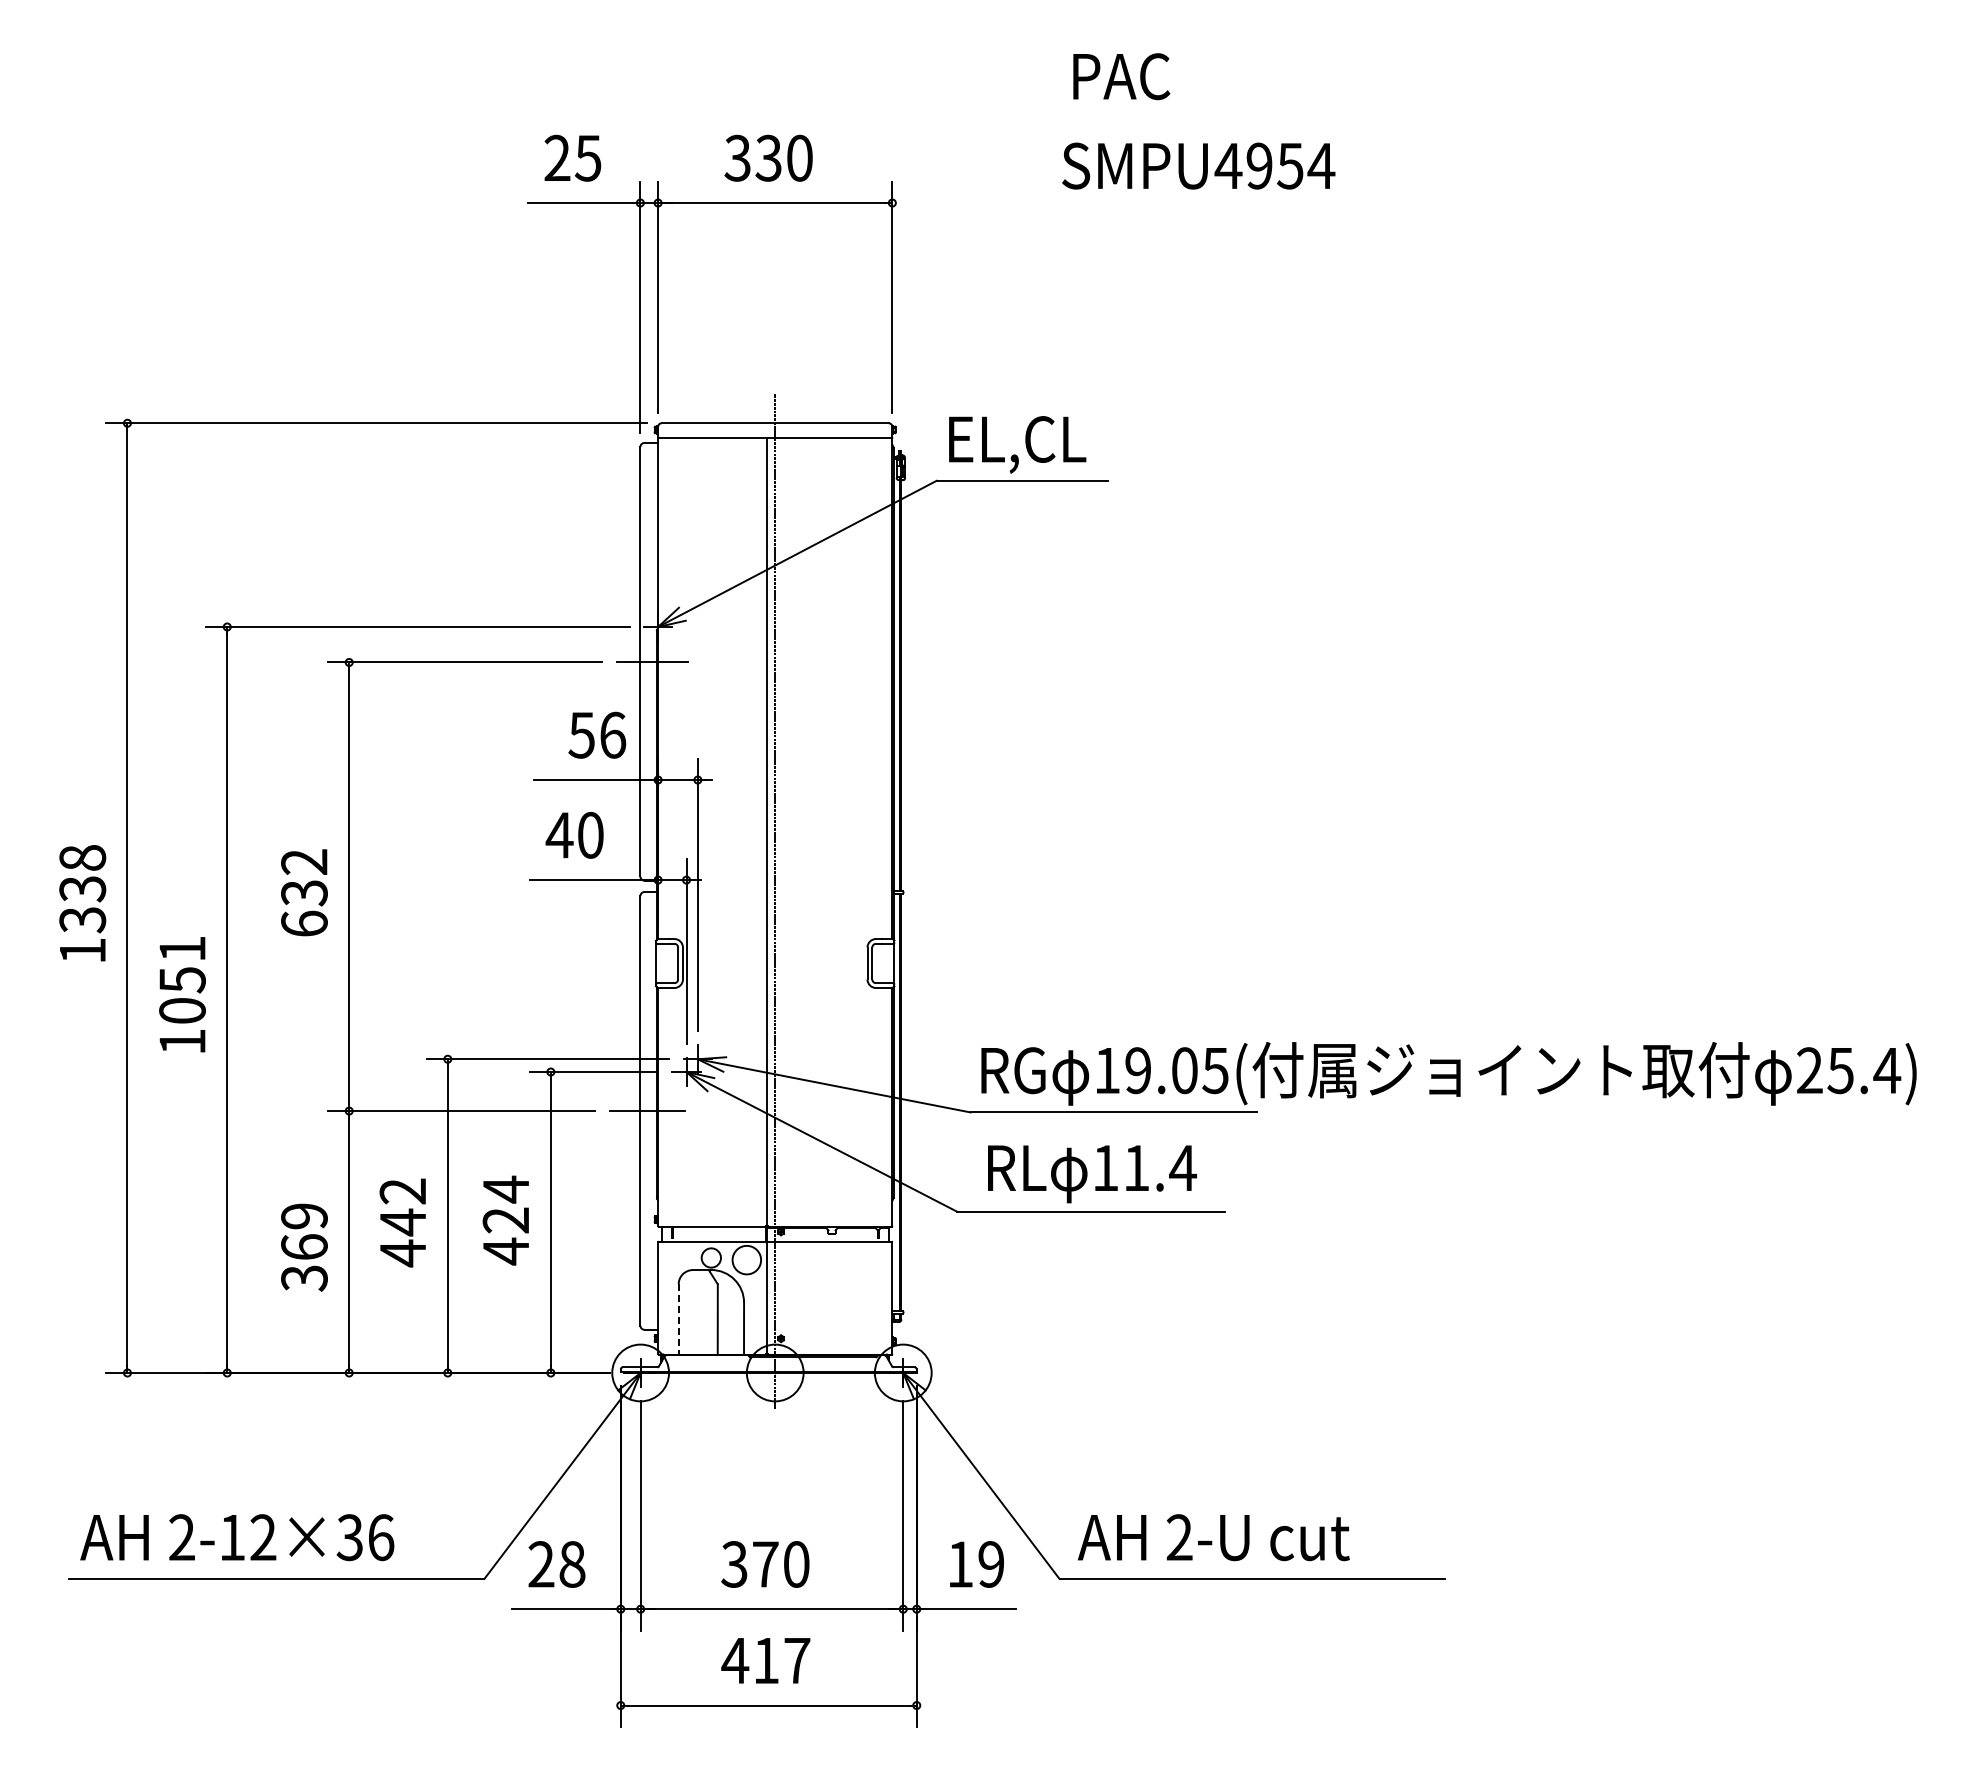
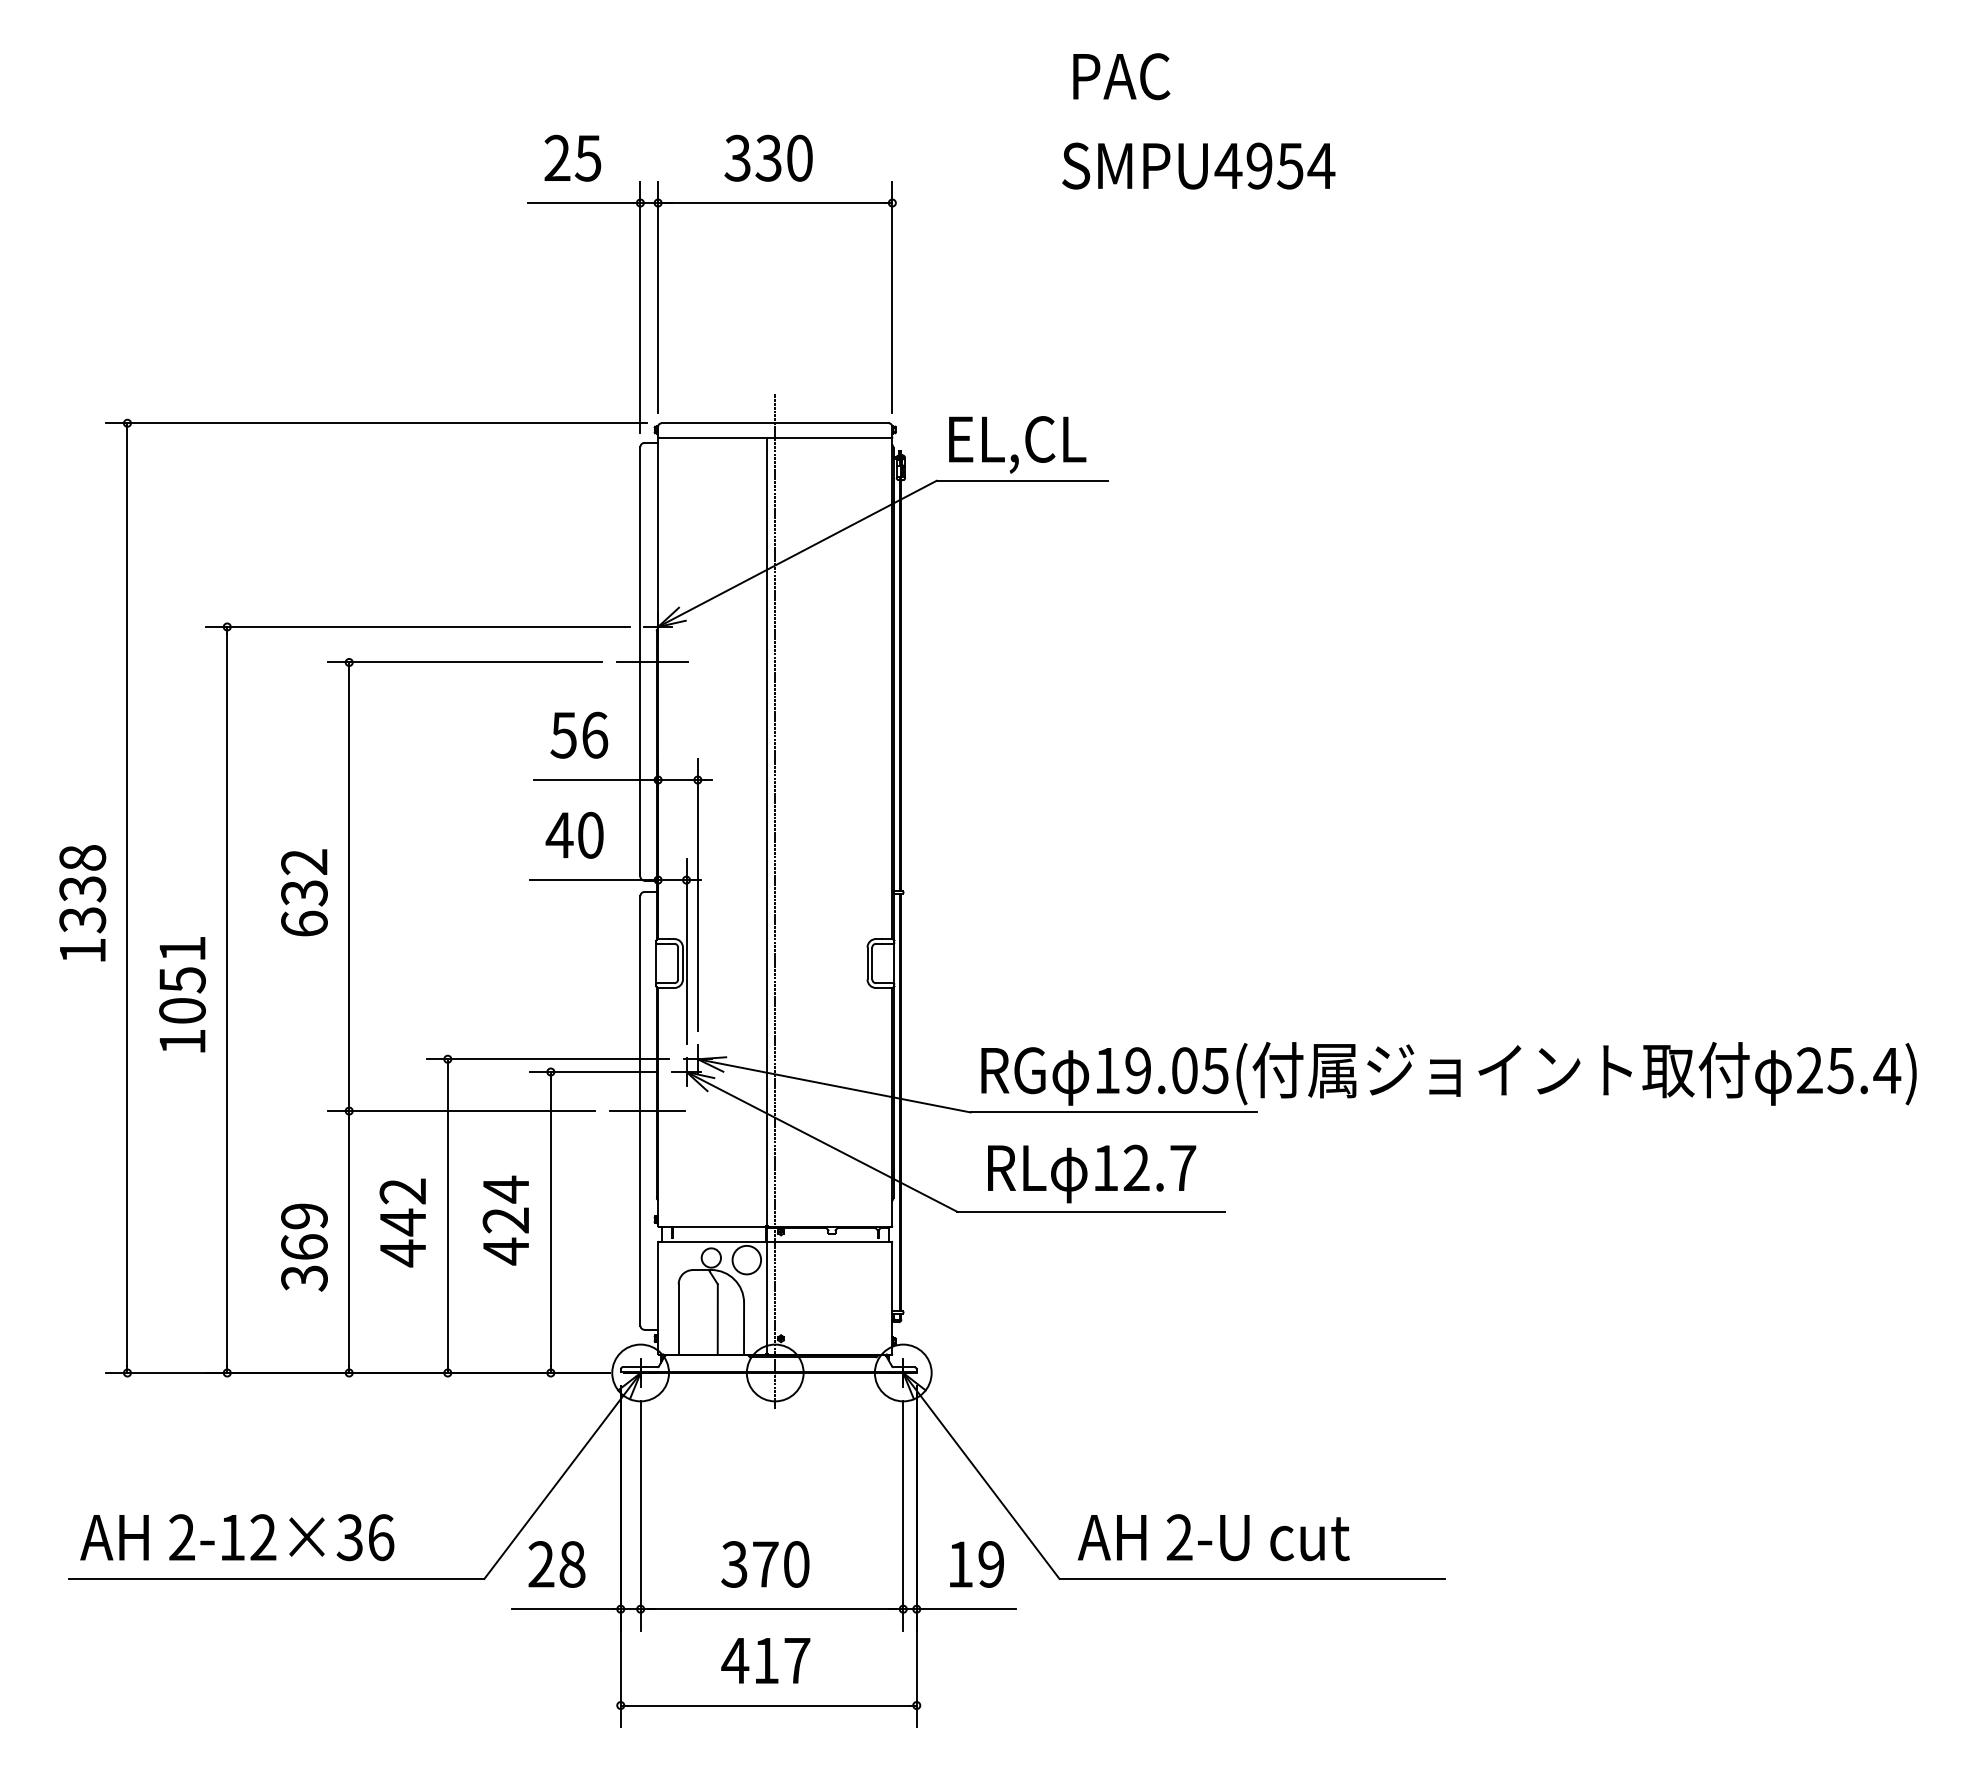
text at (597, 734) position: (597, 734) -> (579, 734)
text at (1160, 1167): 11.4 -> 12.7
line at (678, 1319): dashed -> solid
